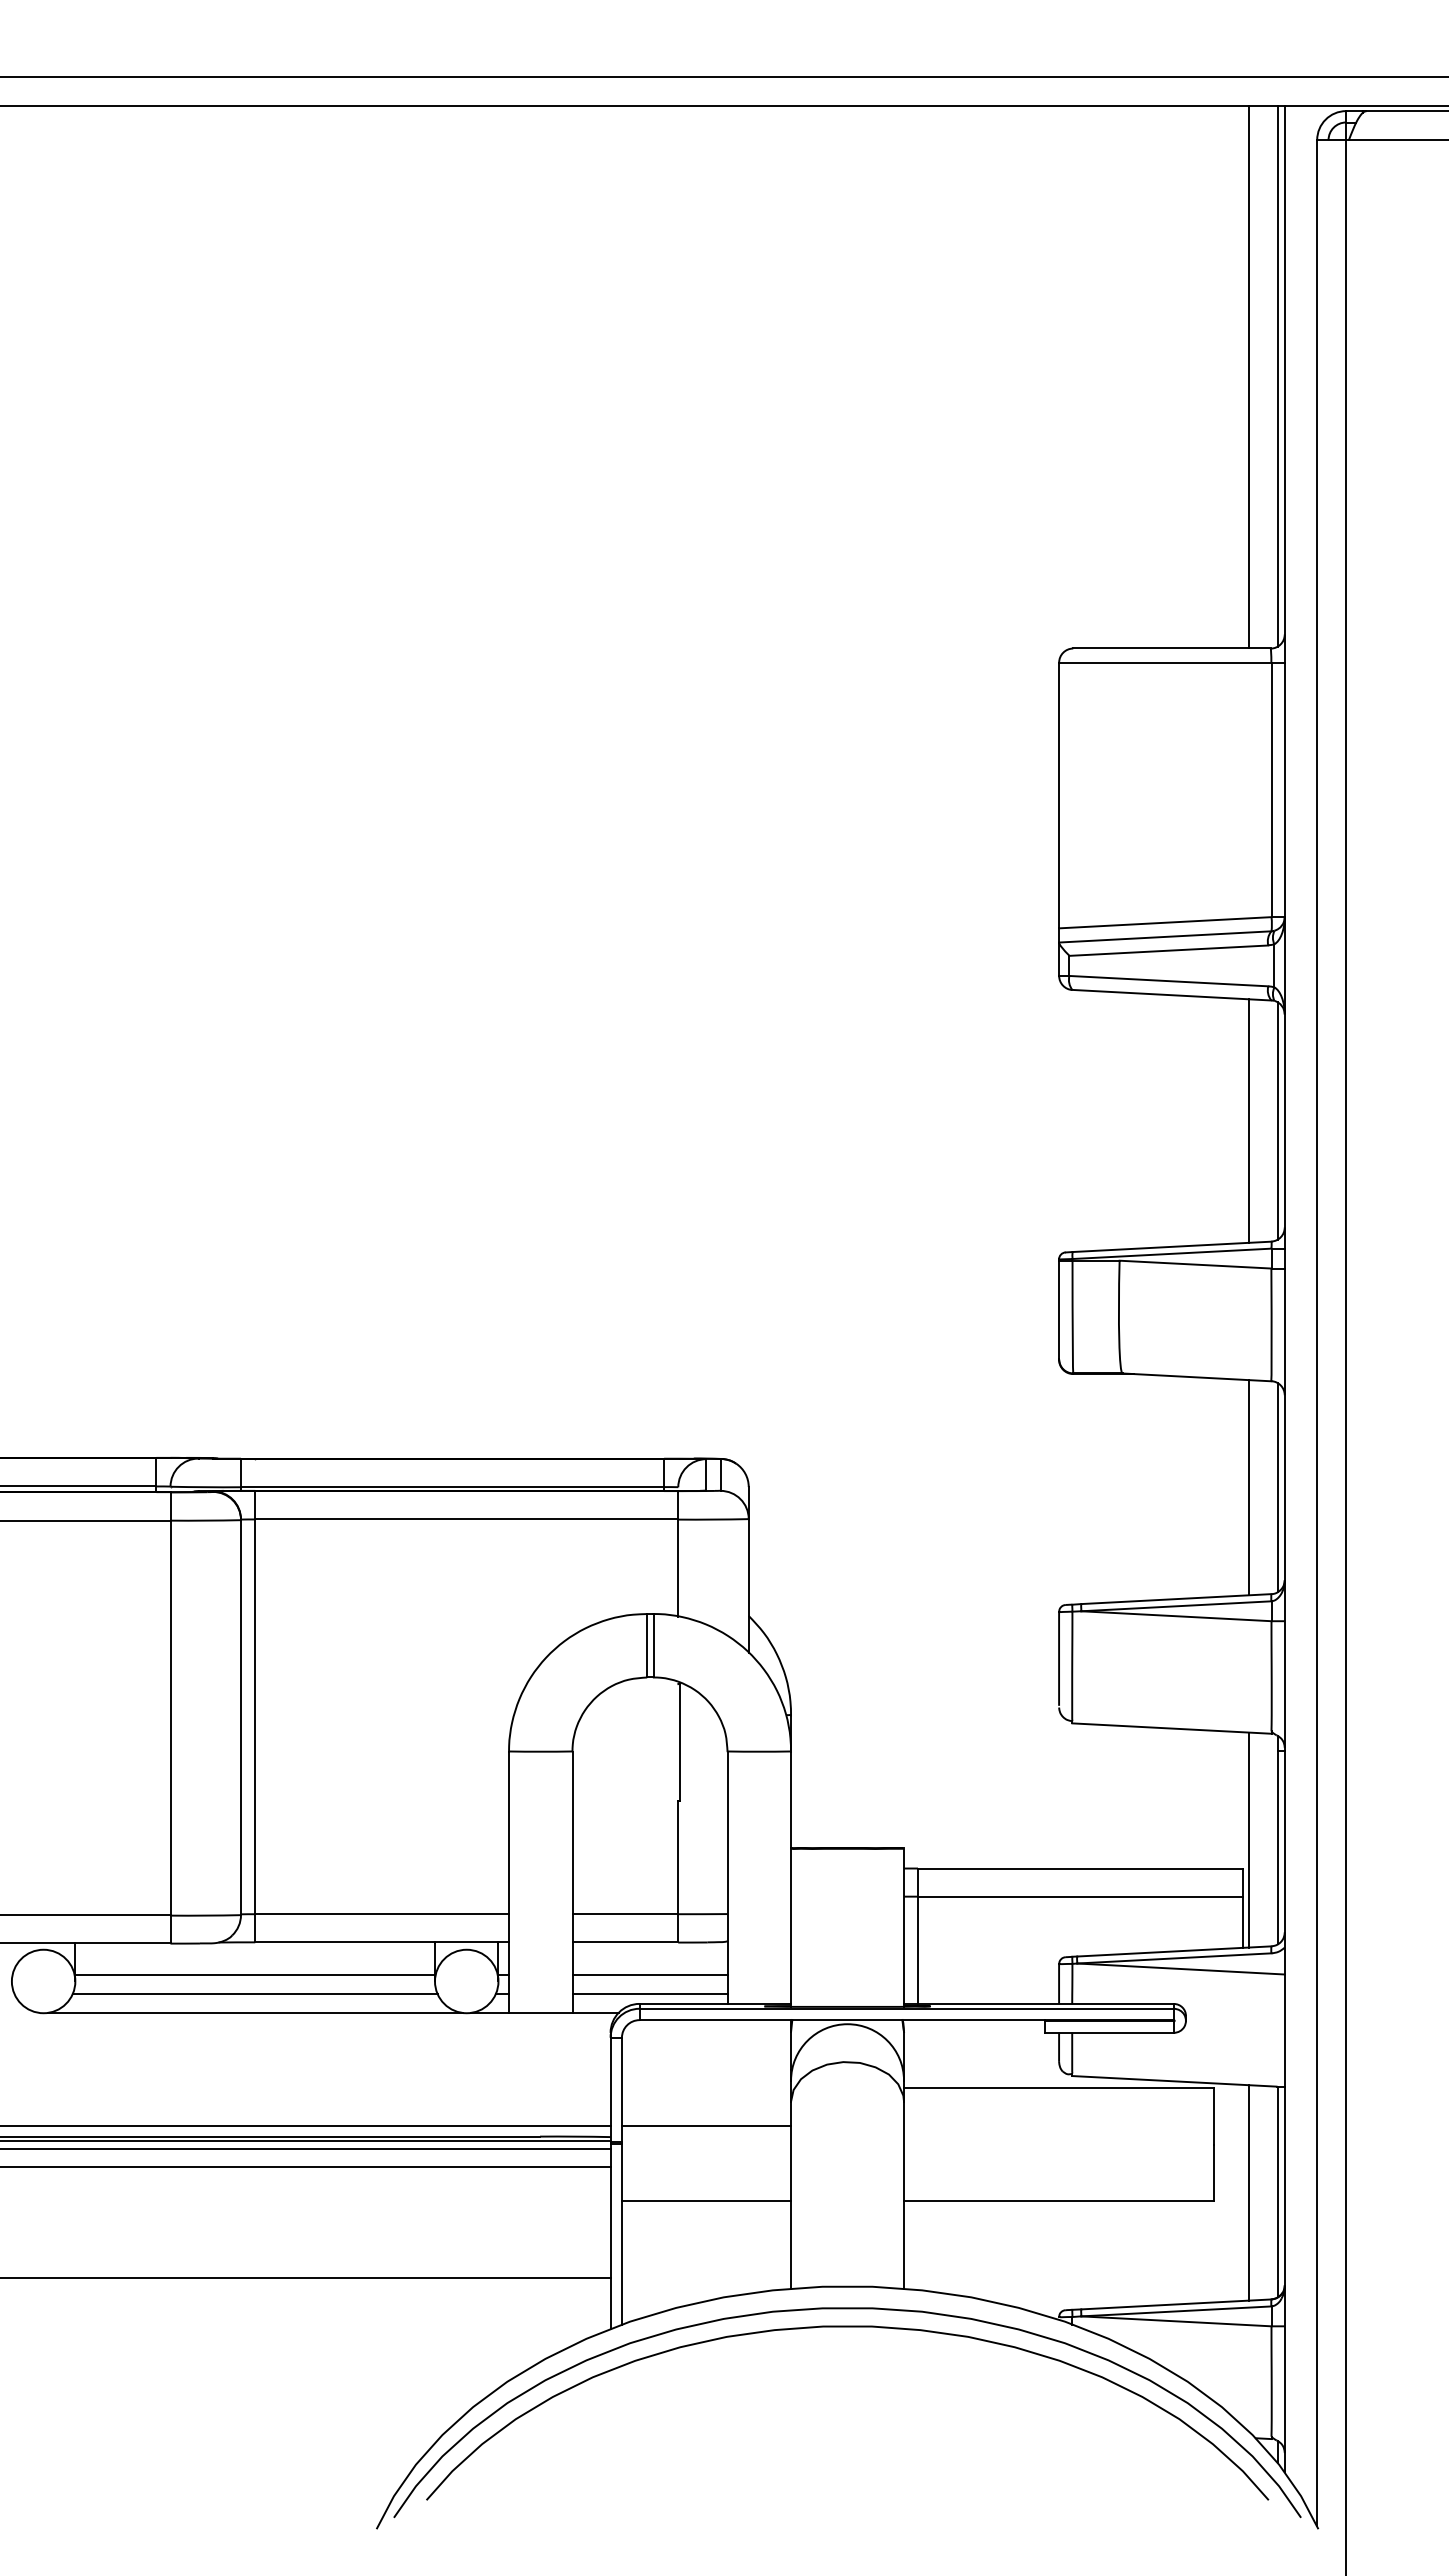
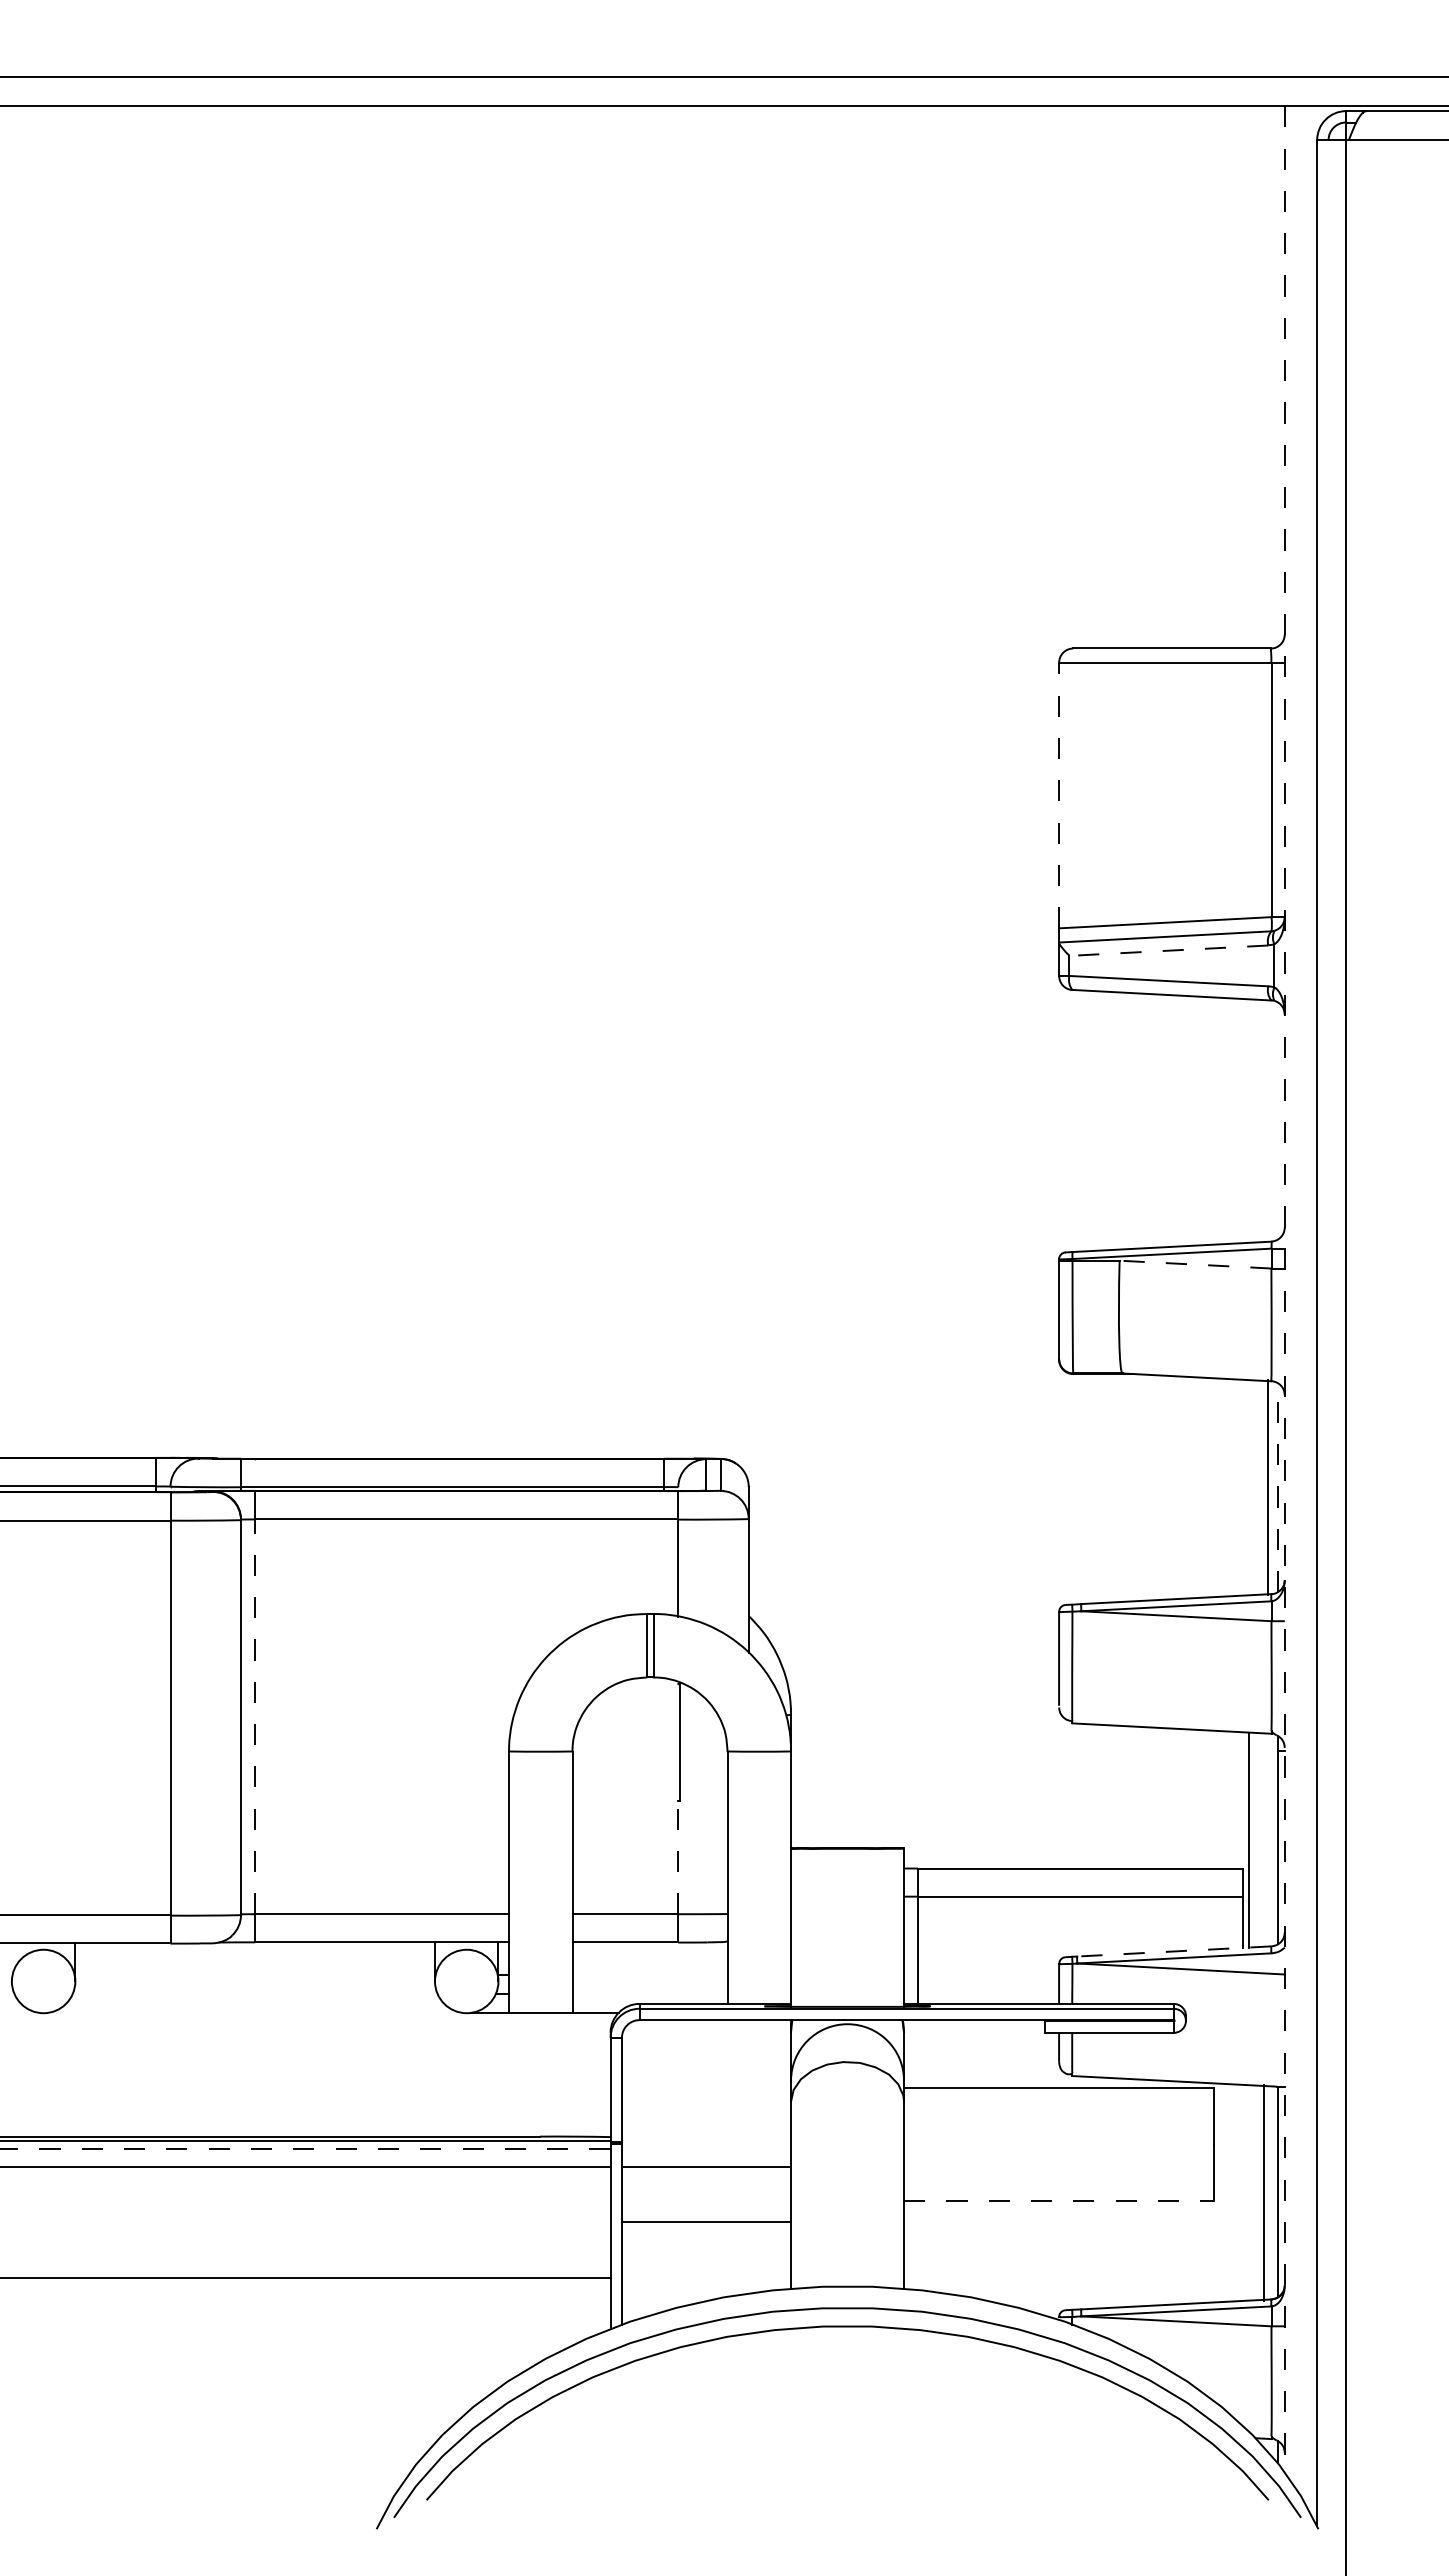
line at (1277, 376): present -> none
line at (1248, 377): present -> none
line at (1059, 795): solid -> dashed
line at (1168, 950): solid -> dashed
line at (1248, 1120): present -> none
line at (1277, 1120): present -> none
line at (1195, 1264): solid -> dashed
line at (1284, 1289): solid -> dashed
line at (1248, 1487) position: (1248, 1487) -> (1267, 1487)
line at (1277, 1487): solid -> dashed
line at (255, 1716): solid -> dashed
line at (678, 1857): solid -> dashed
line at (1173, 1951): solid -> dashed
line at (255, 1975): present -> none
line at (649, 1975): present -> none
line at (254, 1993): present -> none
line at (649, 1993): present -> none
line at (254, 2013): present -> none
line at (306, 2125): present -> none
line at (706, 2125) position: (706, 2125) -> (706, 2166)
line at (305, 2148): solid -> dashed
line at (1248, 2192) position: (1248, 2192) -> (1263, 2192)
line at (706, 2200) position: (706, 2200) -> (706, 2221)
line at (1059, 2200): solid -> dashed
